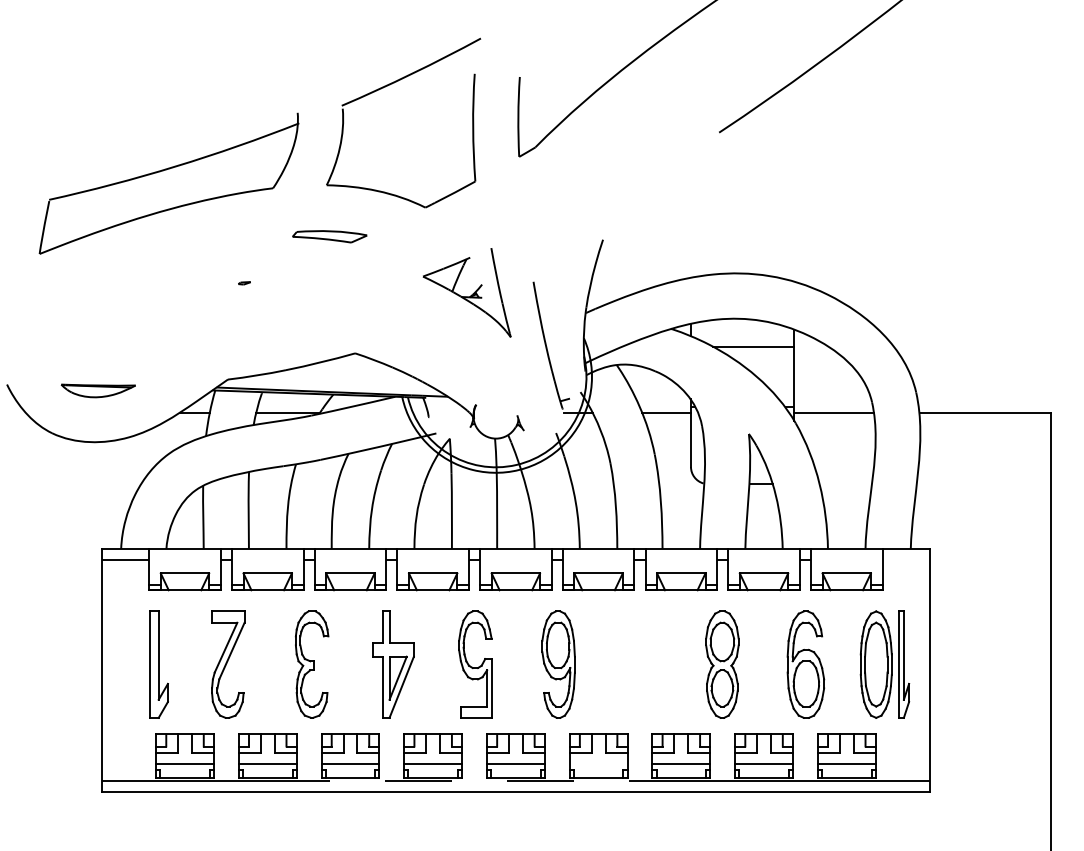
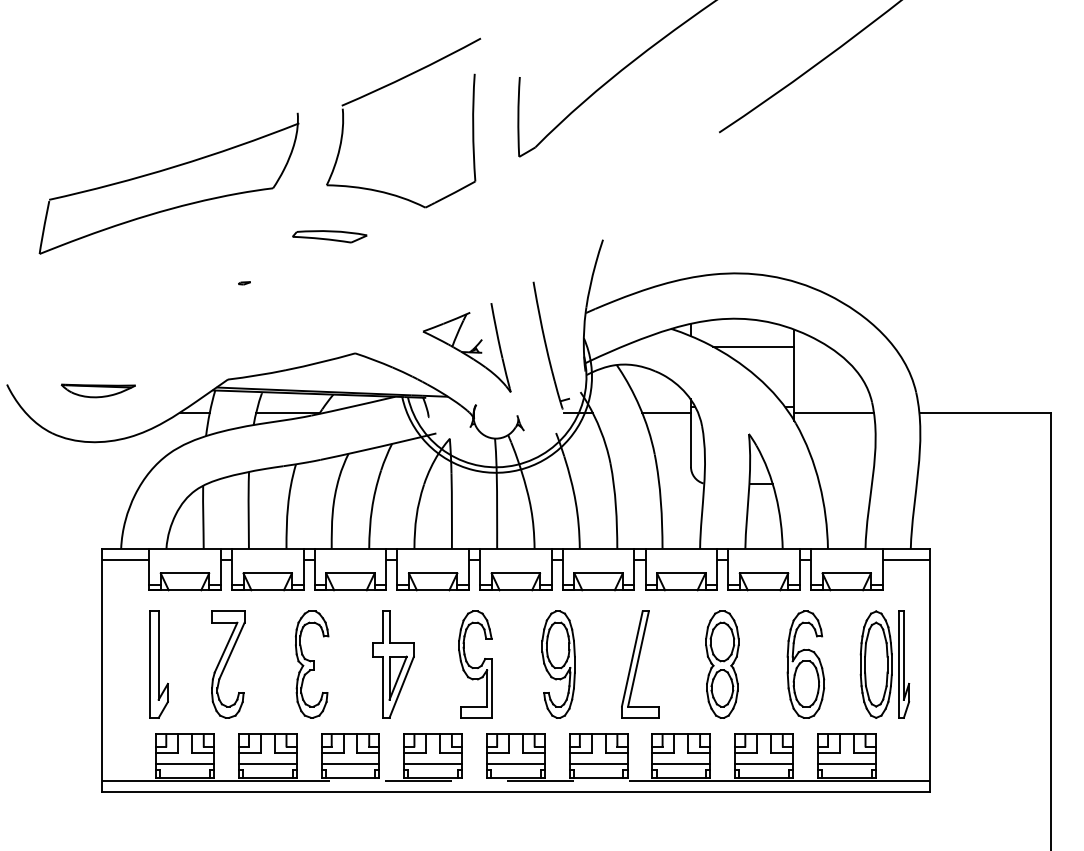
part at (466, 292) position: (466, 292) -> (466, 347)
line at (905, 559): none -> present
part at (640, 664): none -> present
line at (598, 763): none -> present
